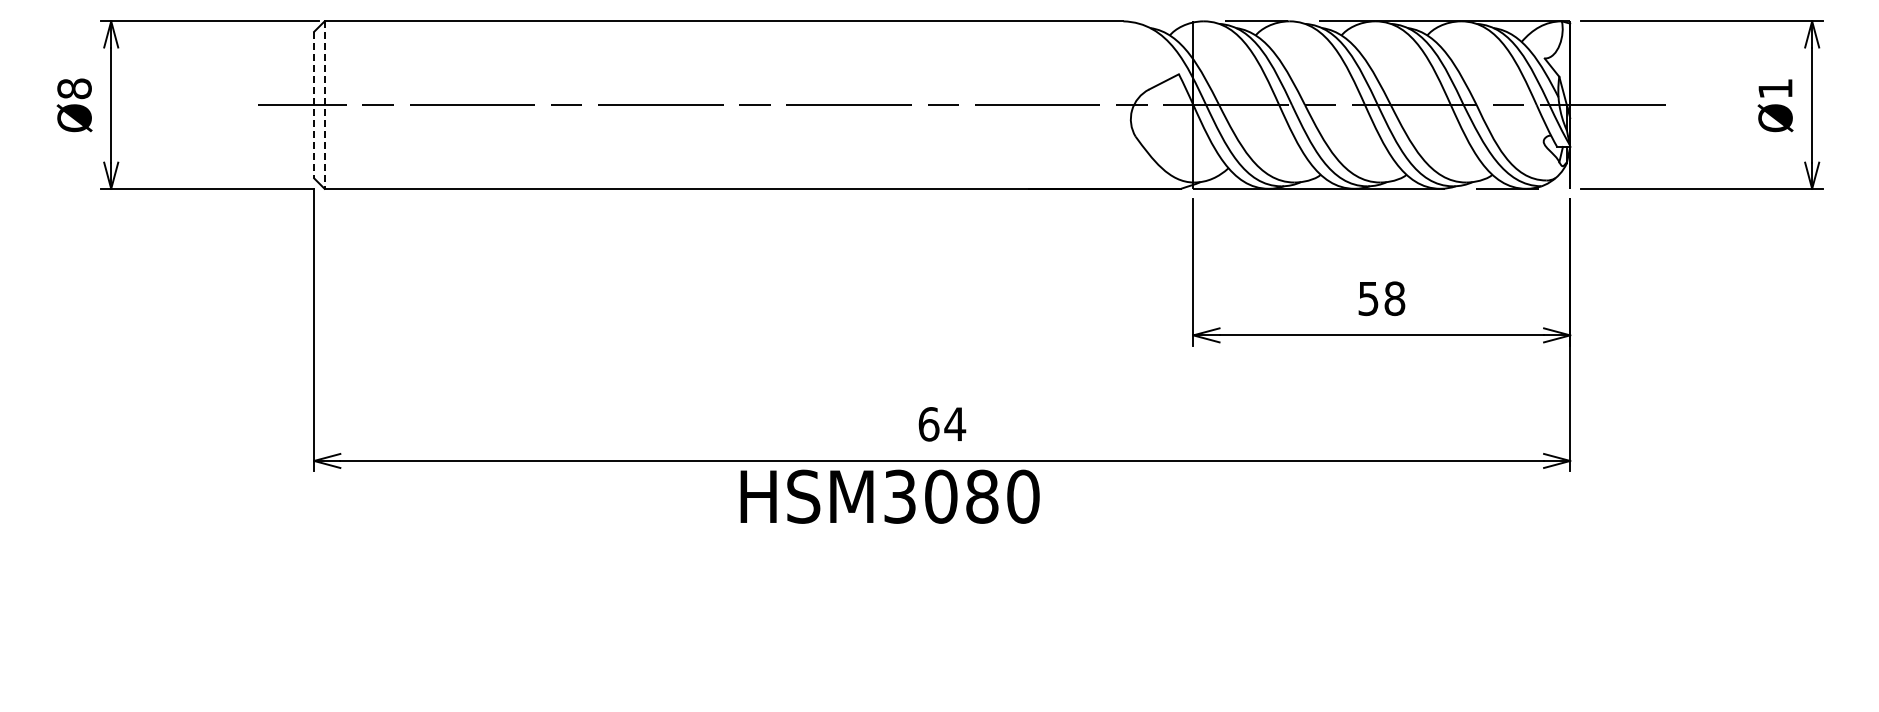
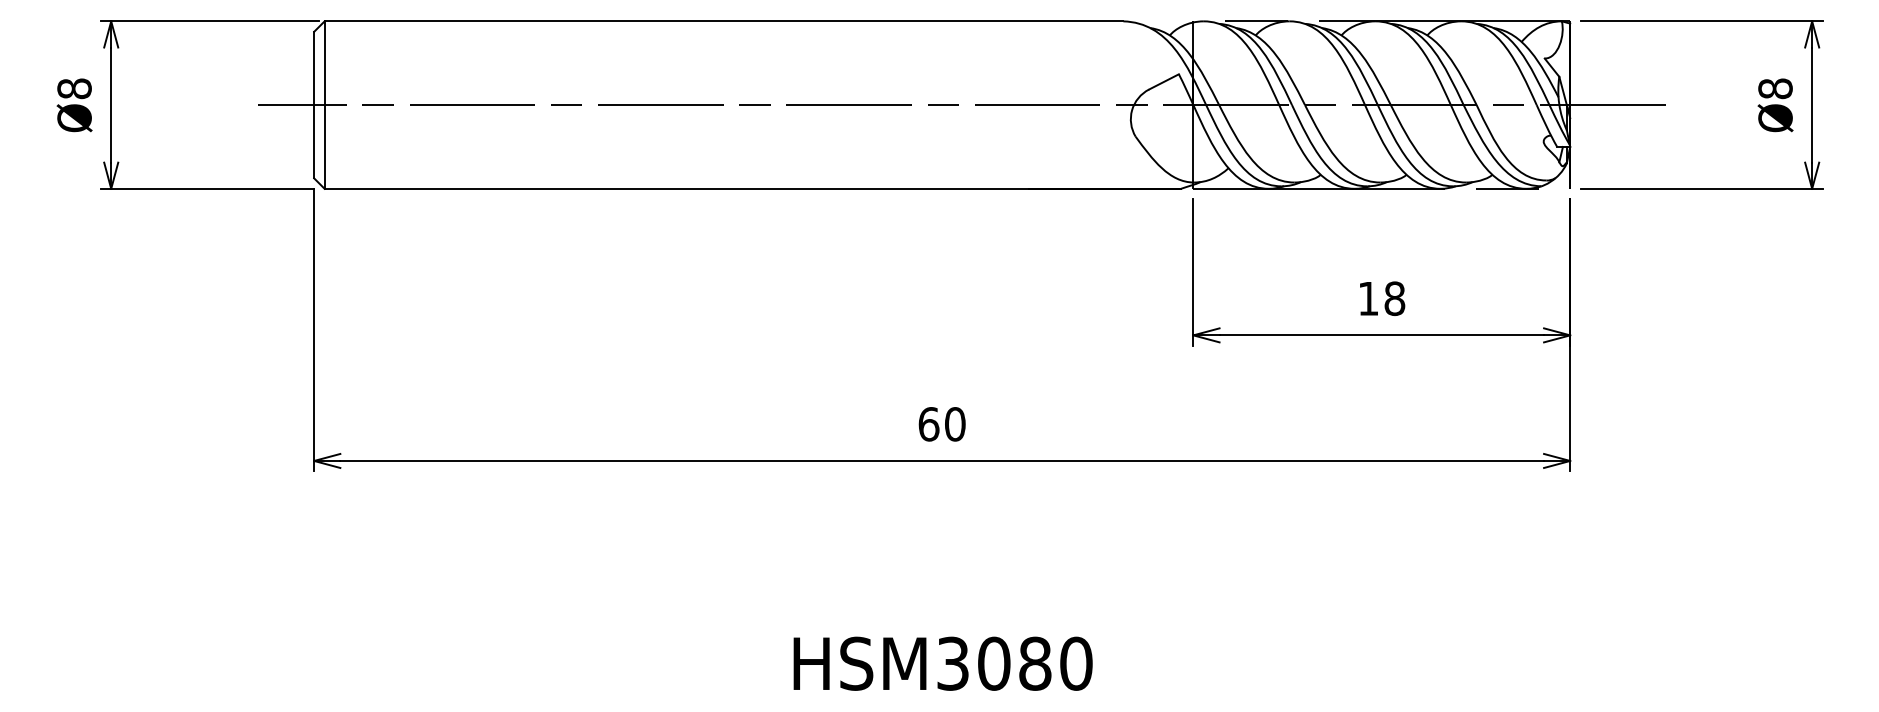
text at (1775, 88): Ø1 -> Ø8
line at (314, 105): dashed -> solid
line at (324, 105): dashed -> solid
text at (1368, 299): 58 -> 18
text at (955, 424): 64 -> 60
text at (889, 496) position: (889, 496) -> (942, 663)
